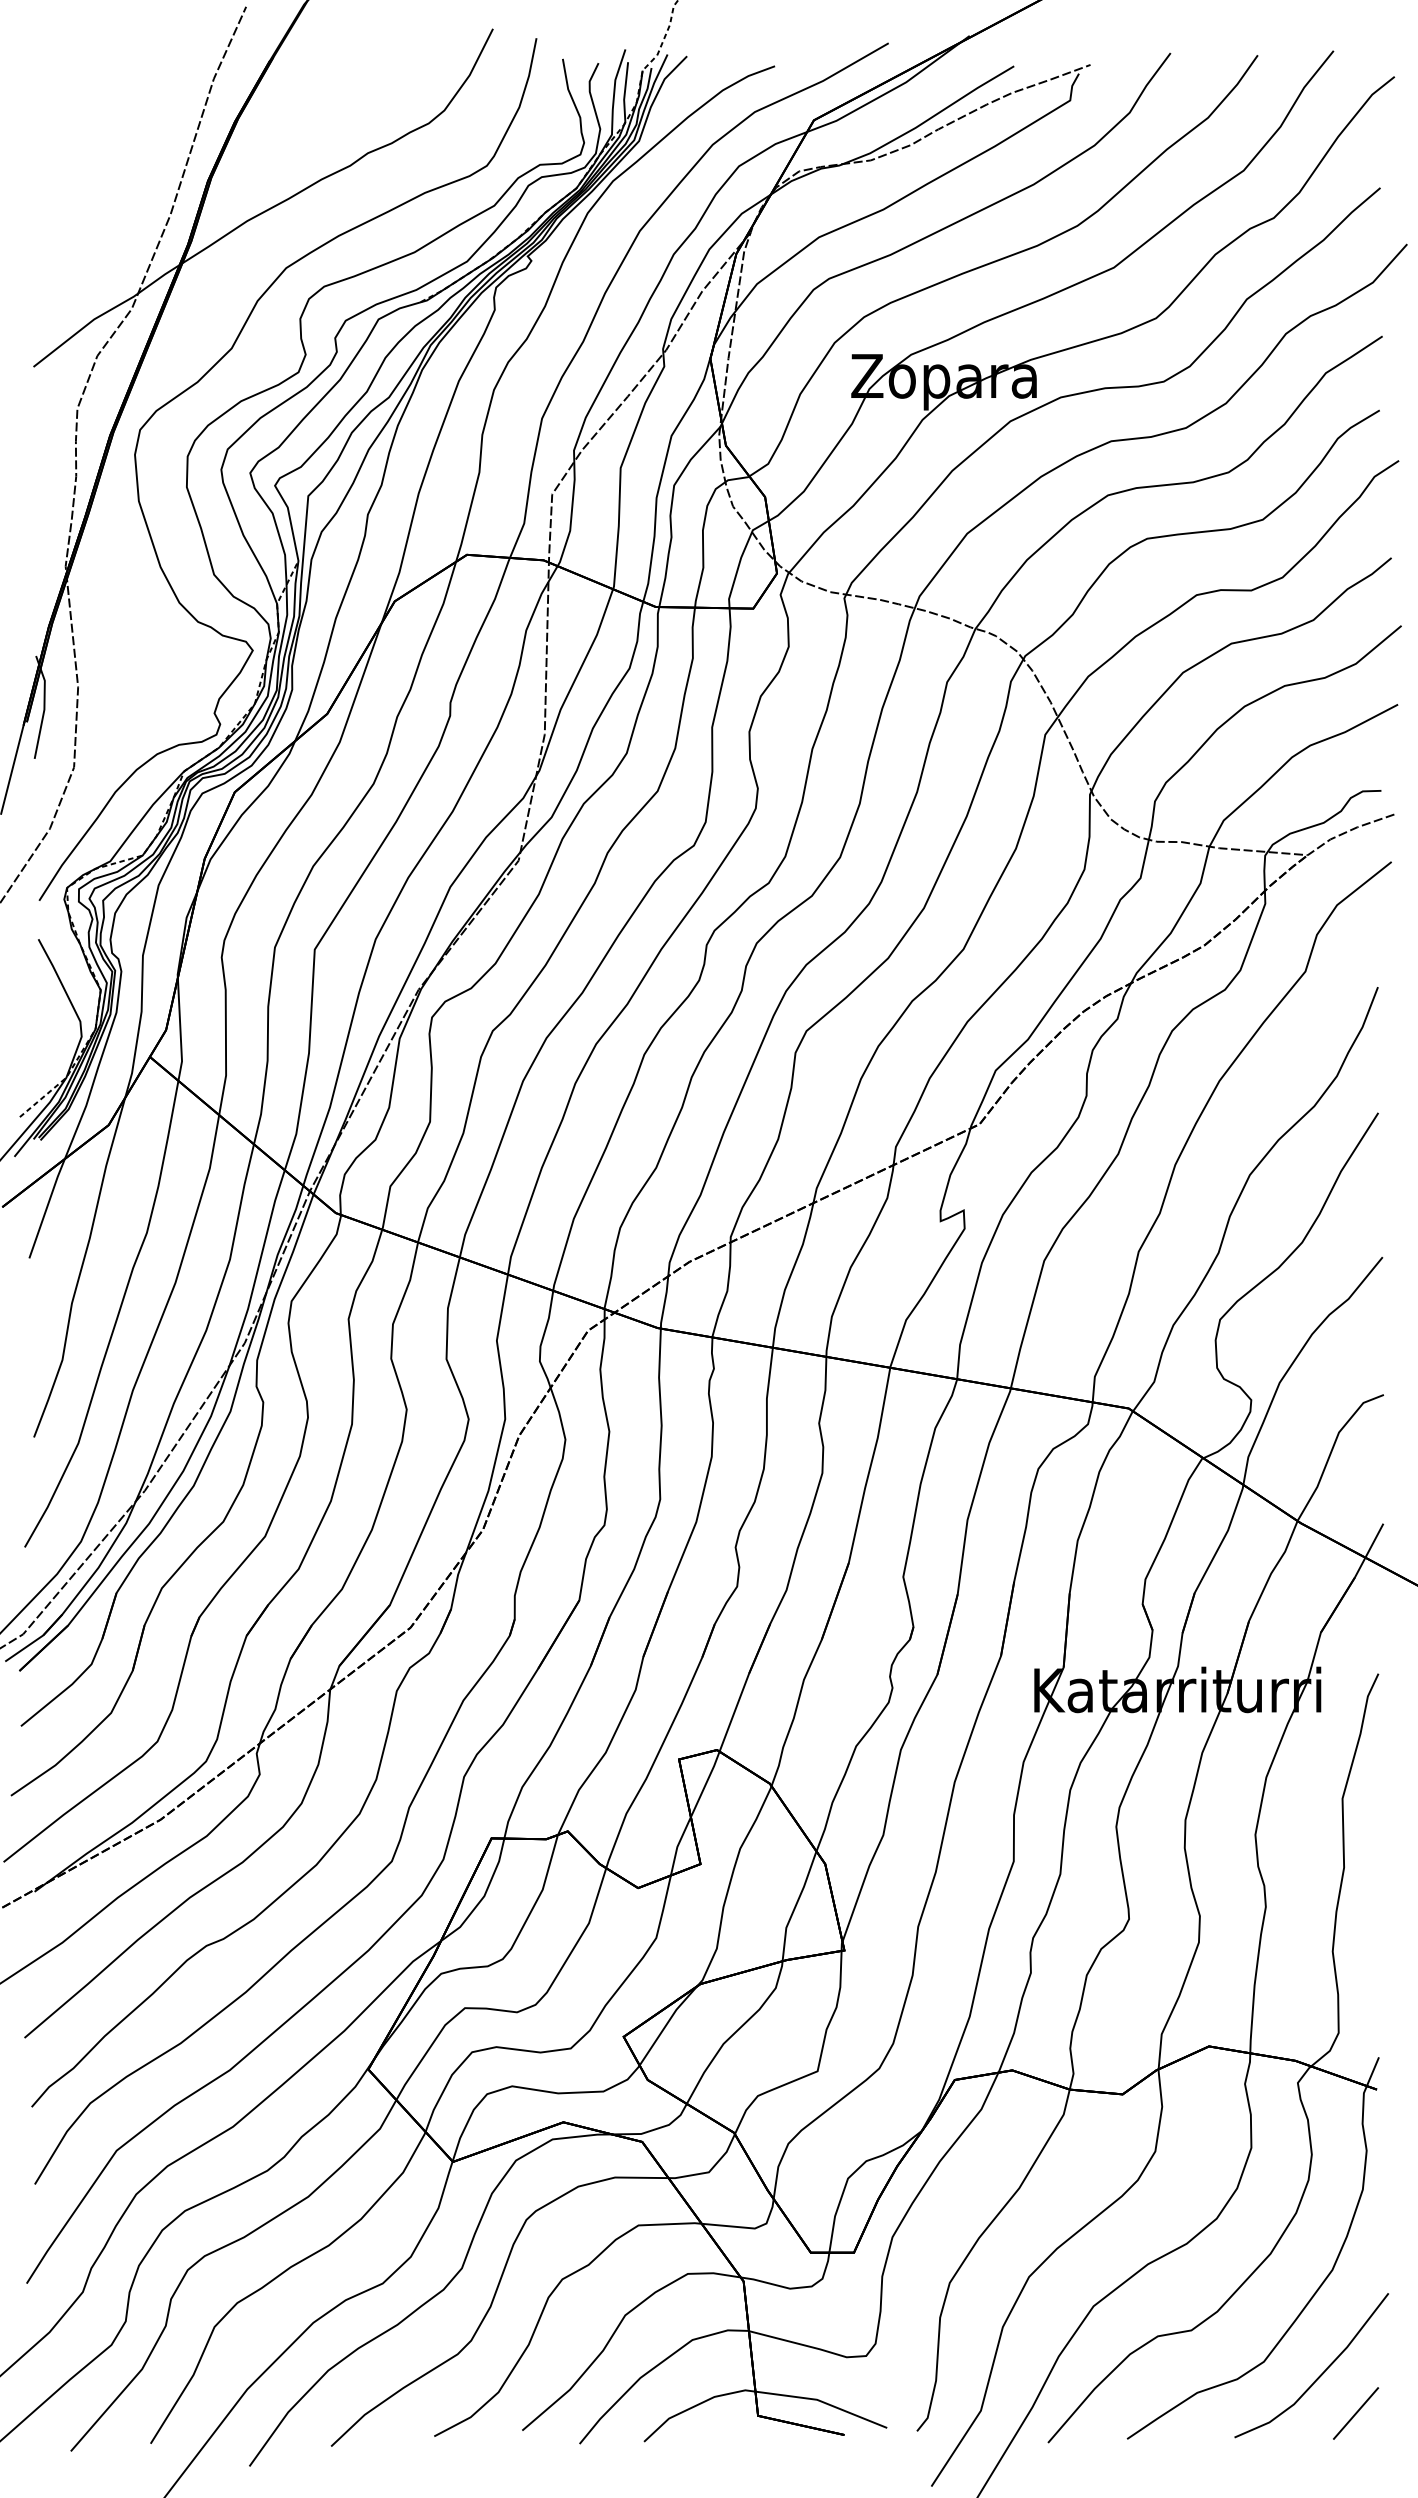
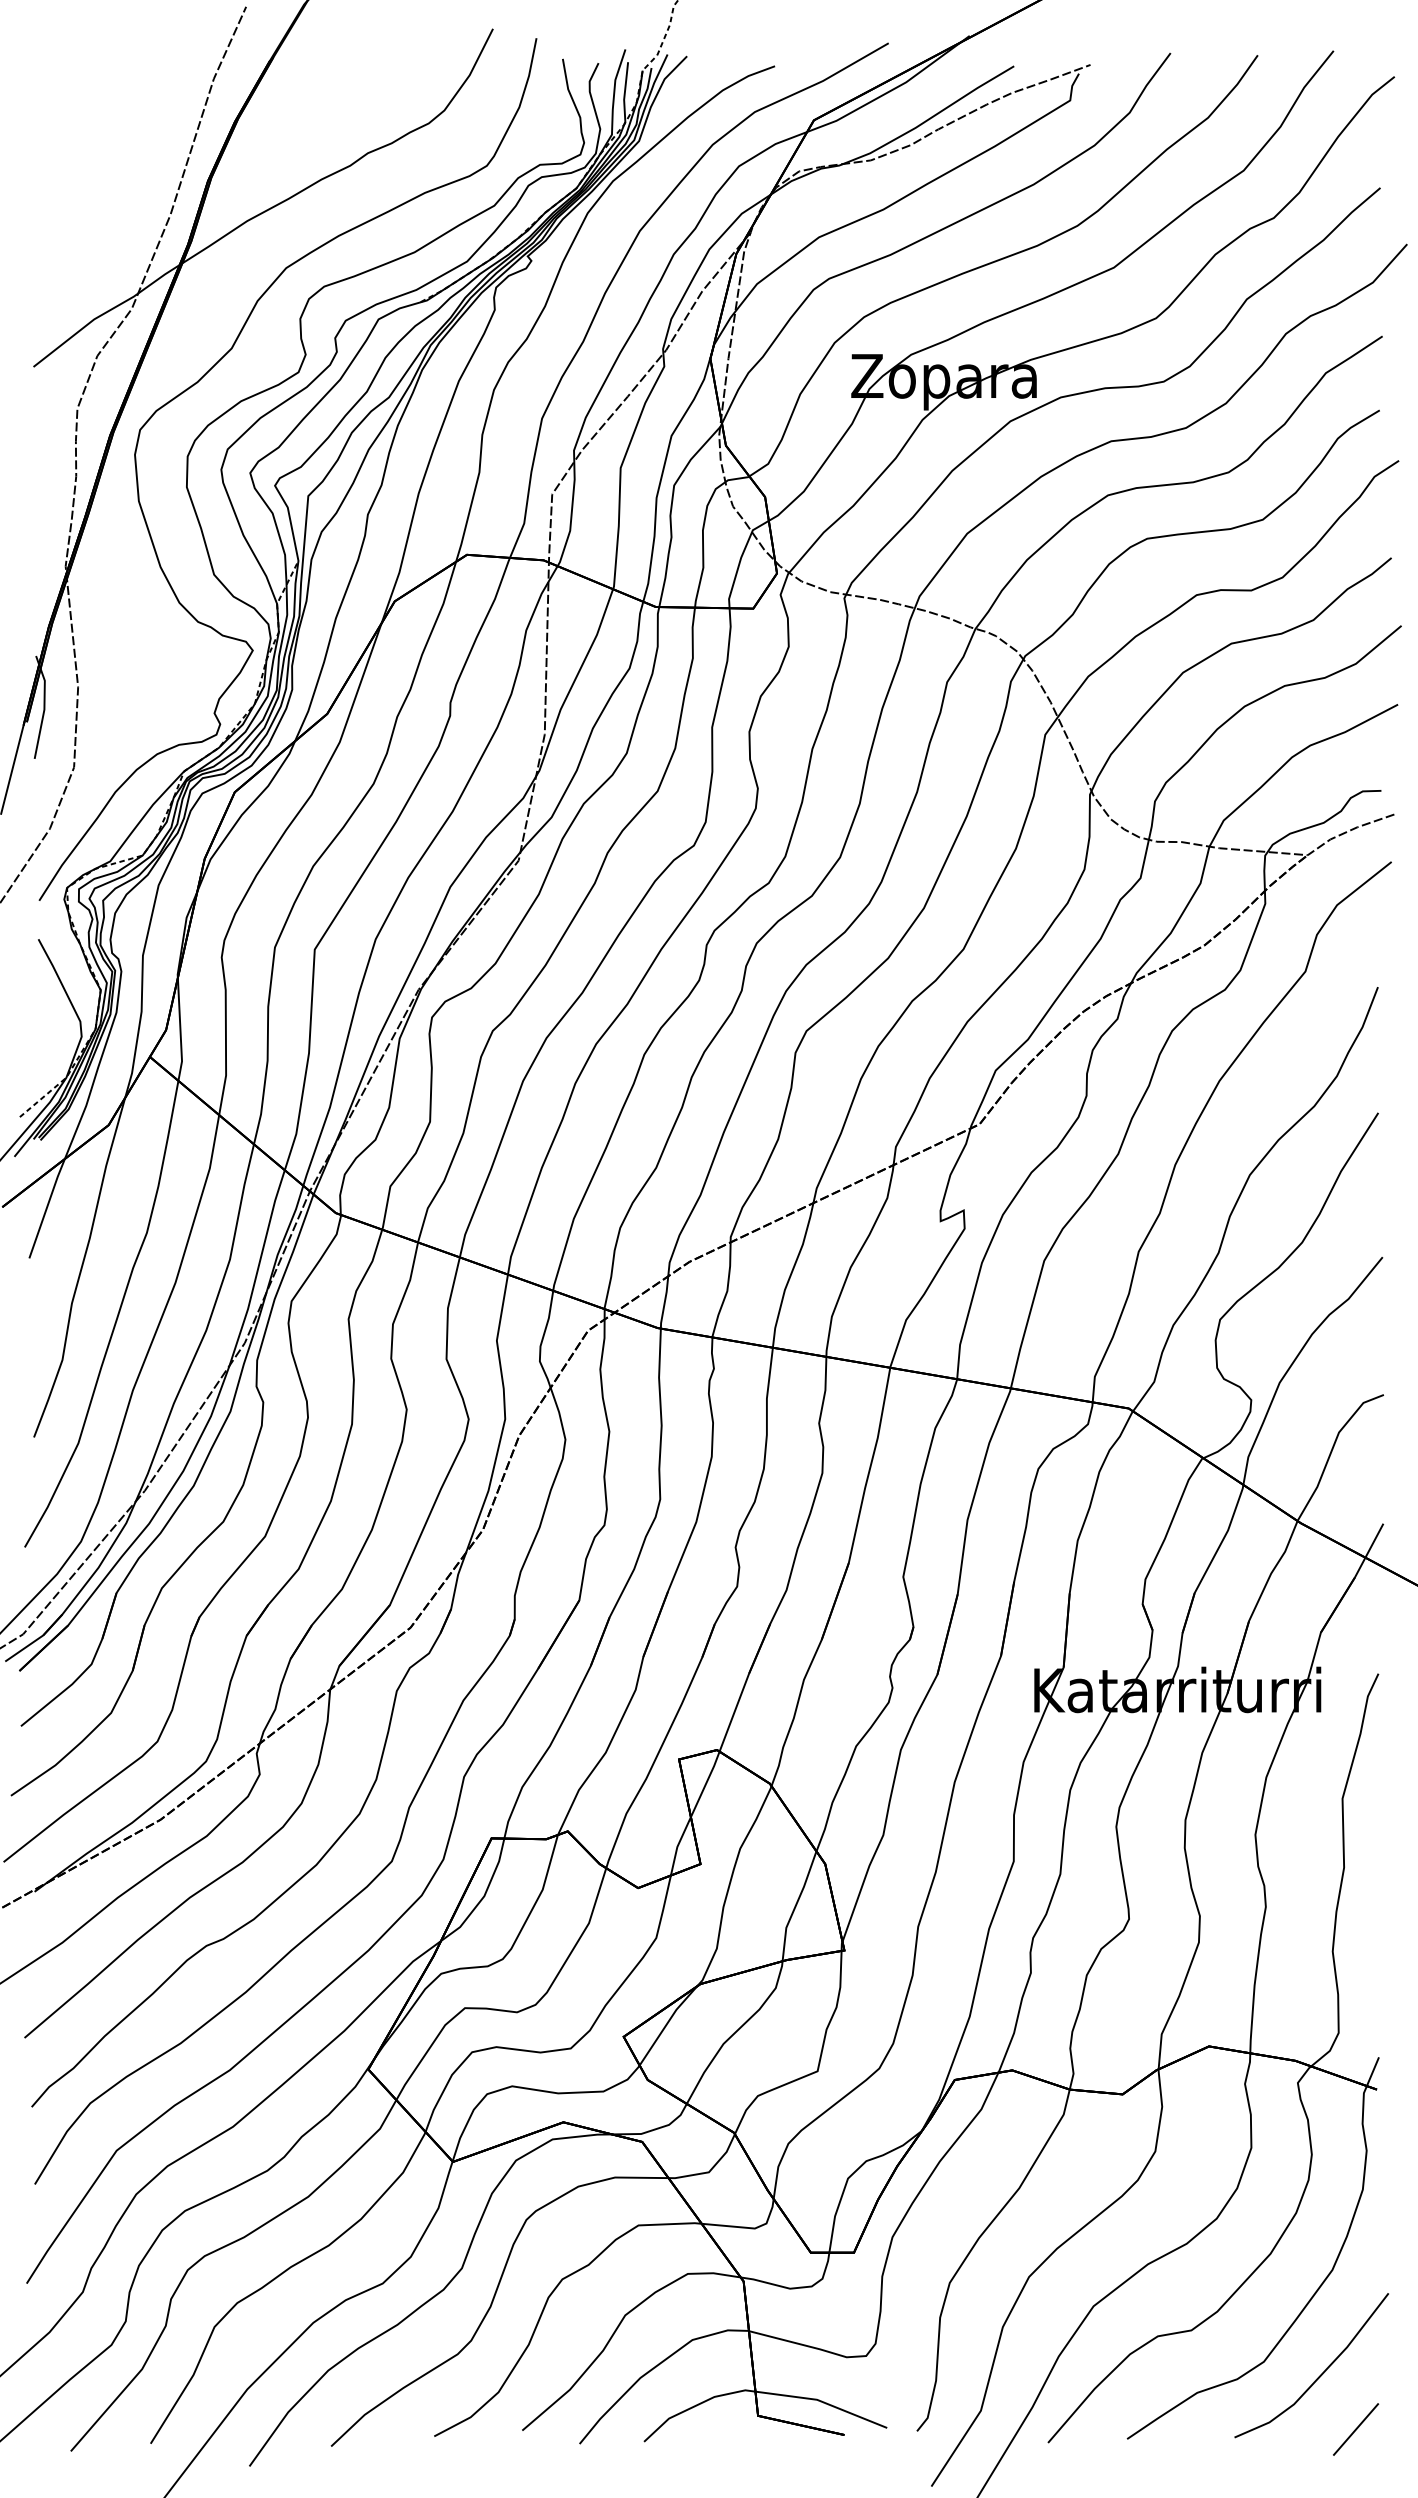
line at (1356, 2413) position: (1356, 2413) -> (1356, 2429)
